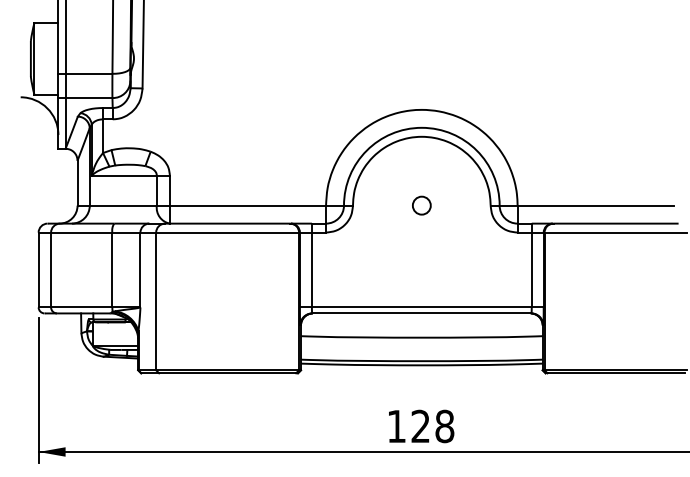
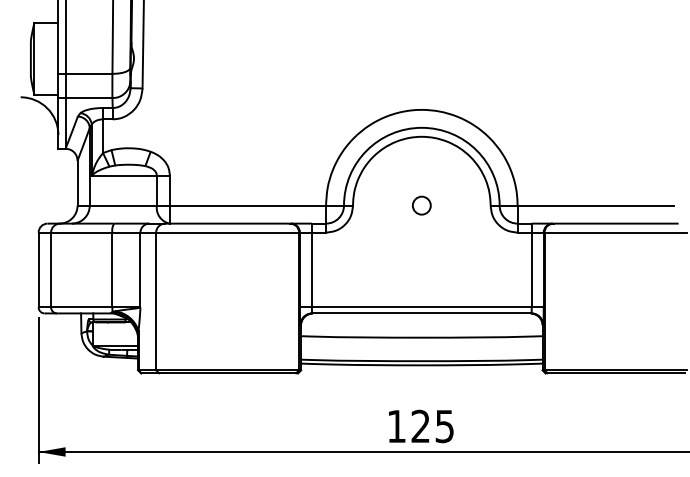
text at (444, 426): 128 -> 125
